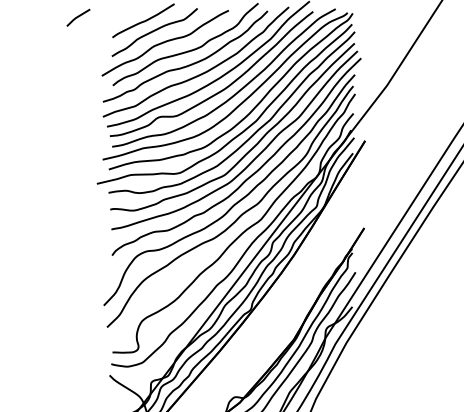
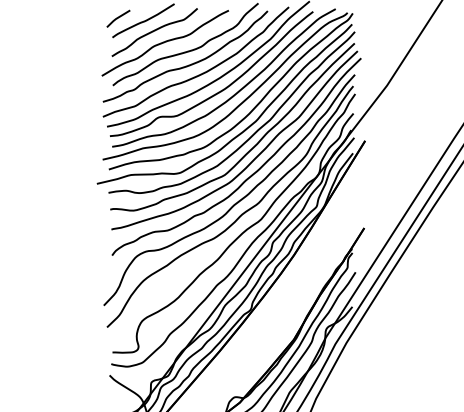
line at (78, 17) position: (78, 17) -> (118, 18)
